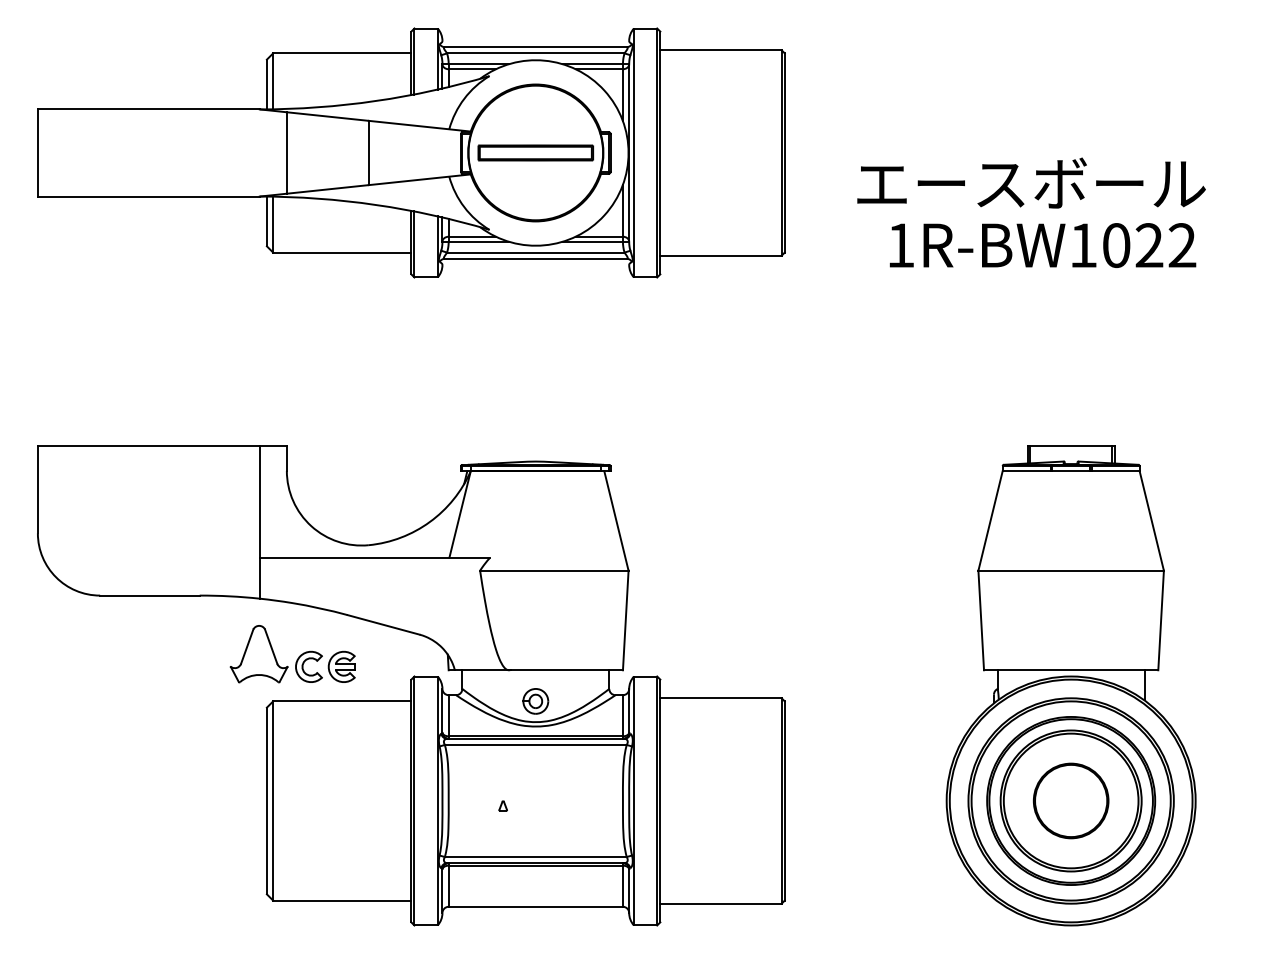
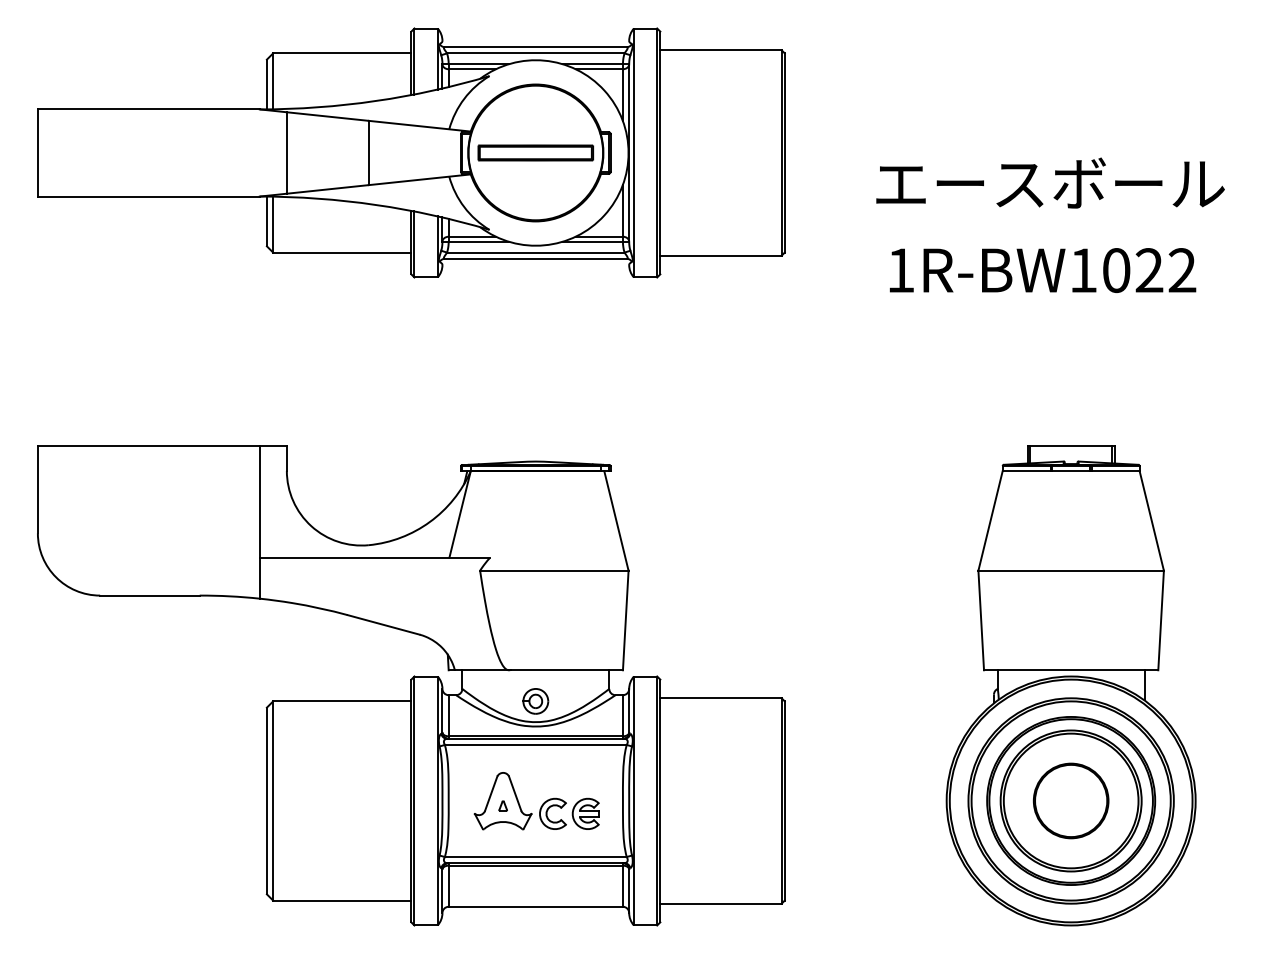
text at (1031, 182) position: (1031, 182) -> (1050, 182)
text at (1042, 245) position: (1042, 245) -> (1042, 270)
part at (298, 656) position: (298, 656) -> (542, 803)
